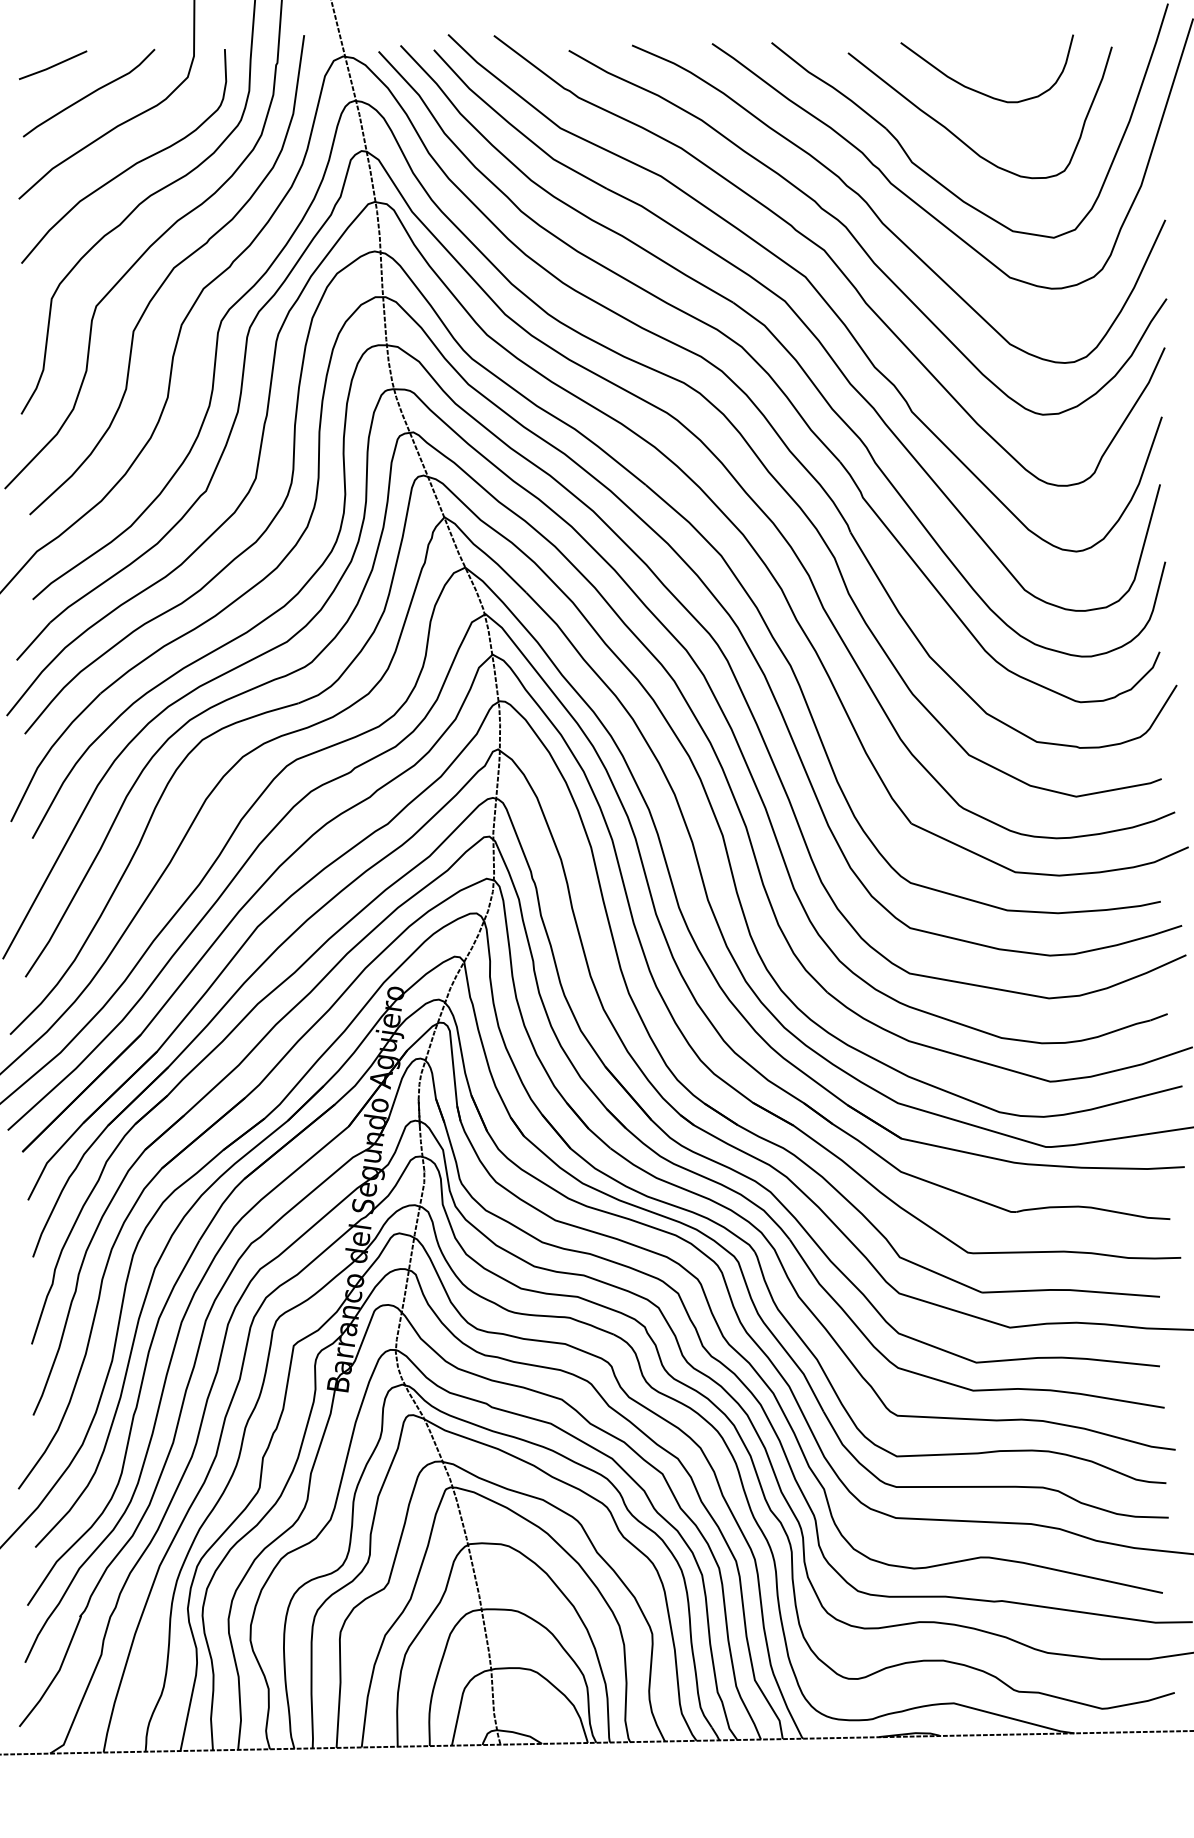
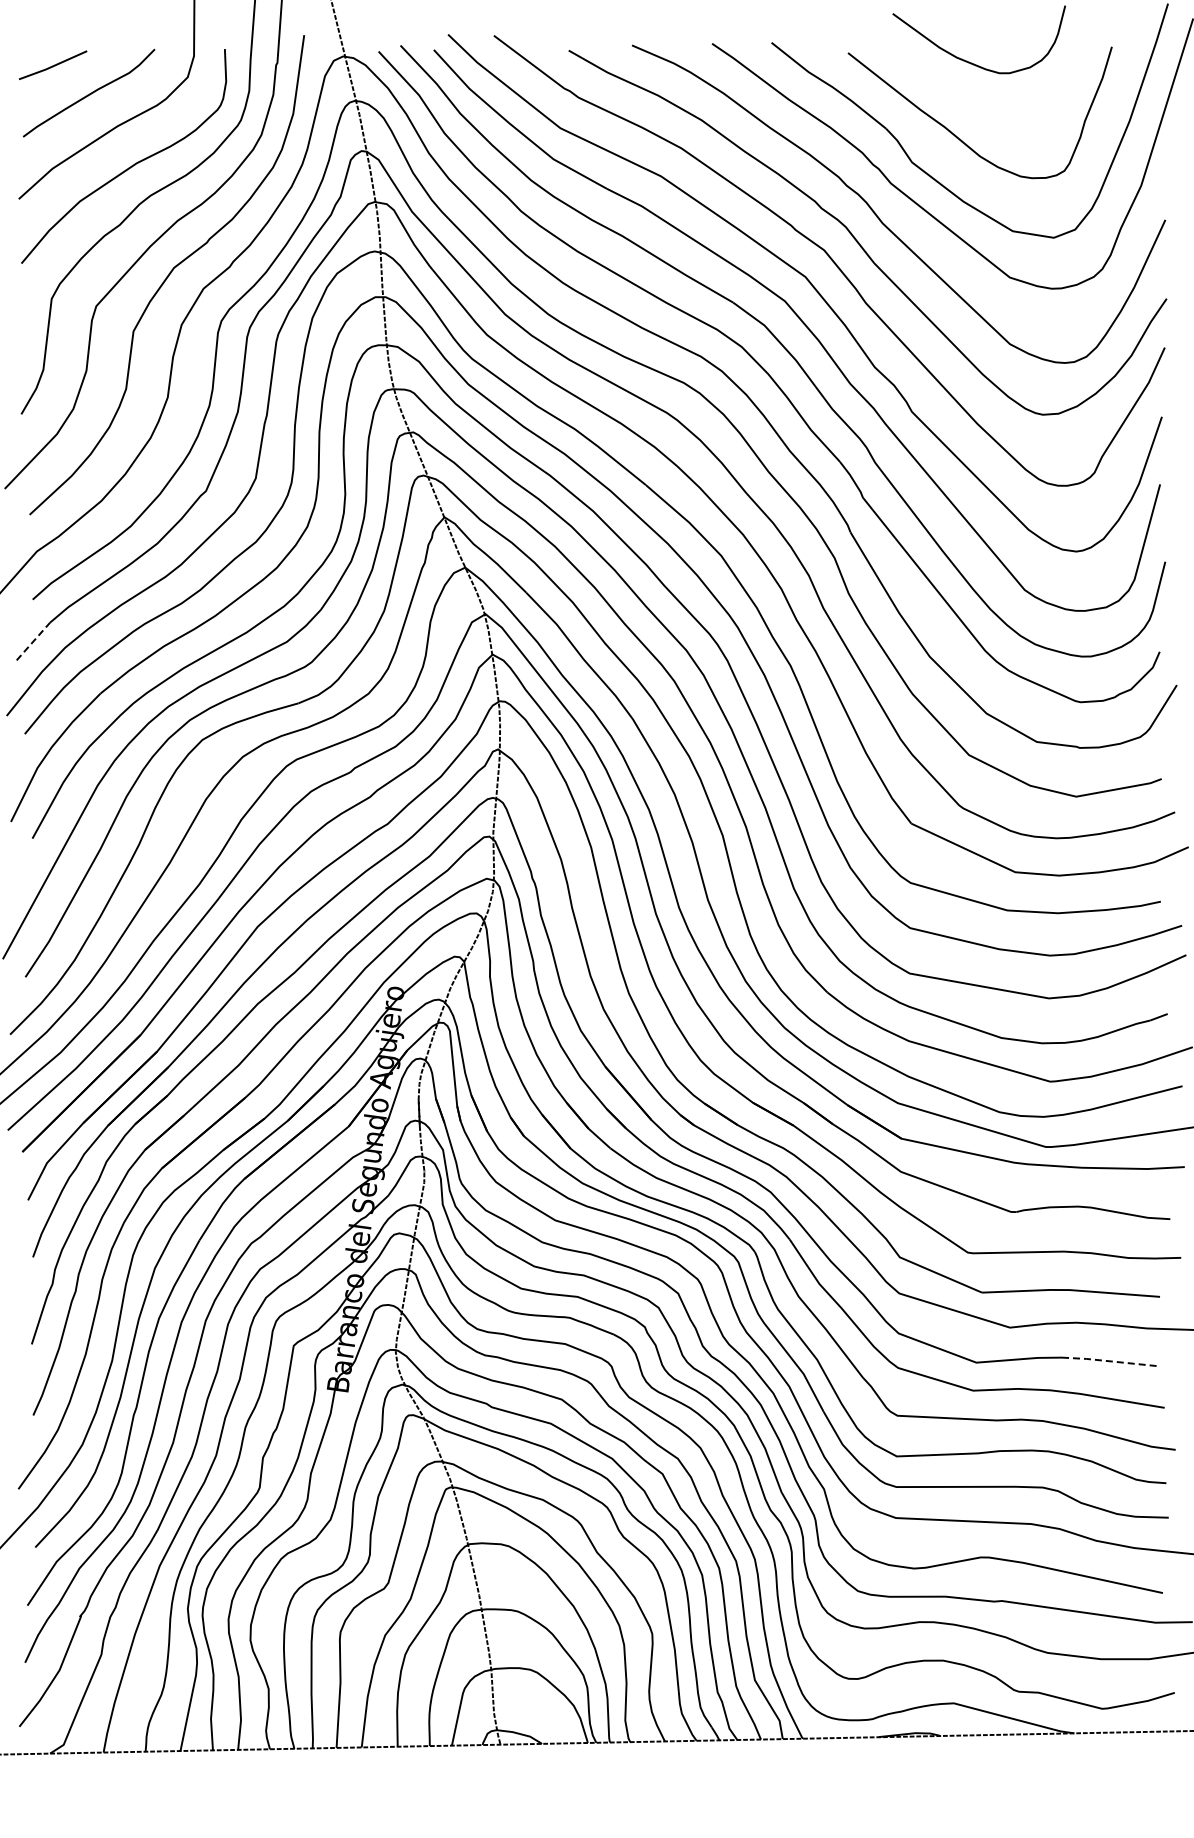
curve at (977, 90) position: (977, 90) -> (969, 61)
line at (33, 641): solid -> dashed
line at (1110, 1361): solid -> dashed
